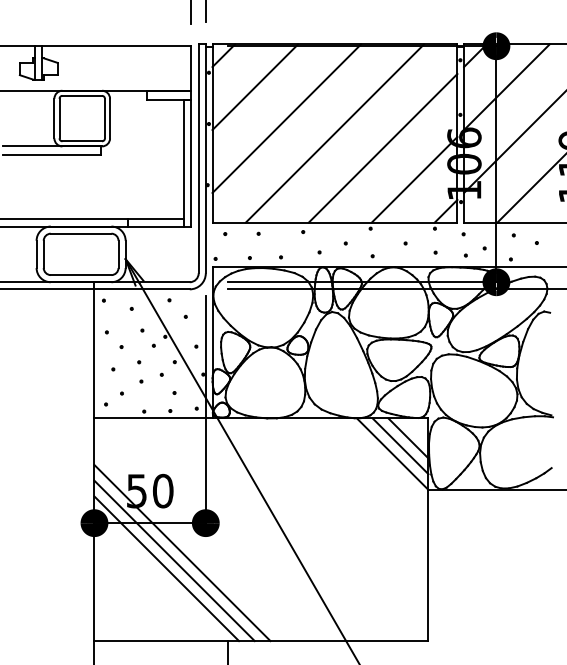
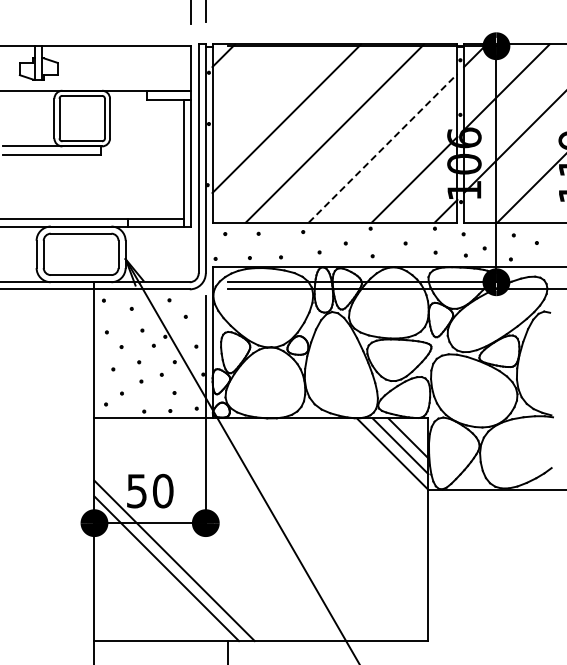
line at (255, 87): present -> none
line at (383, 147): solid -> dashed
line at (182, 553): present -> none
